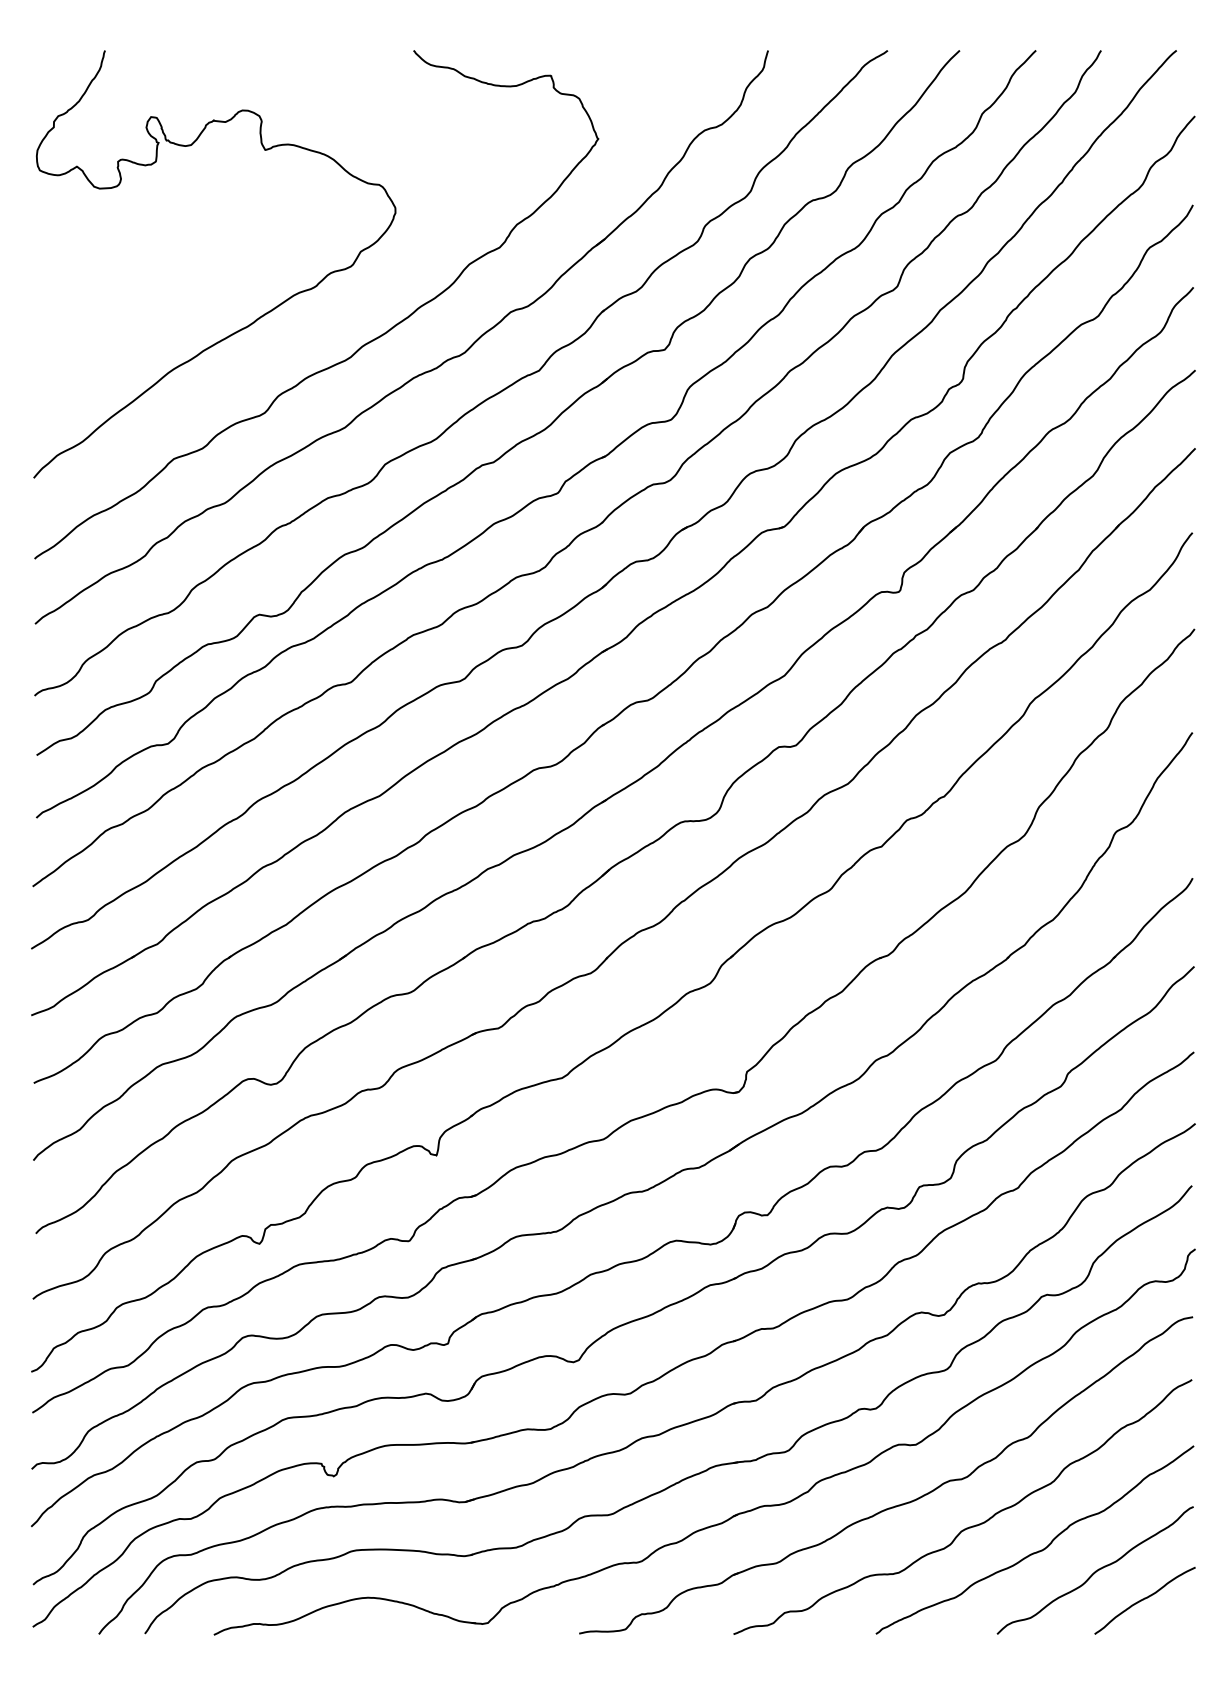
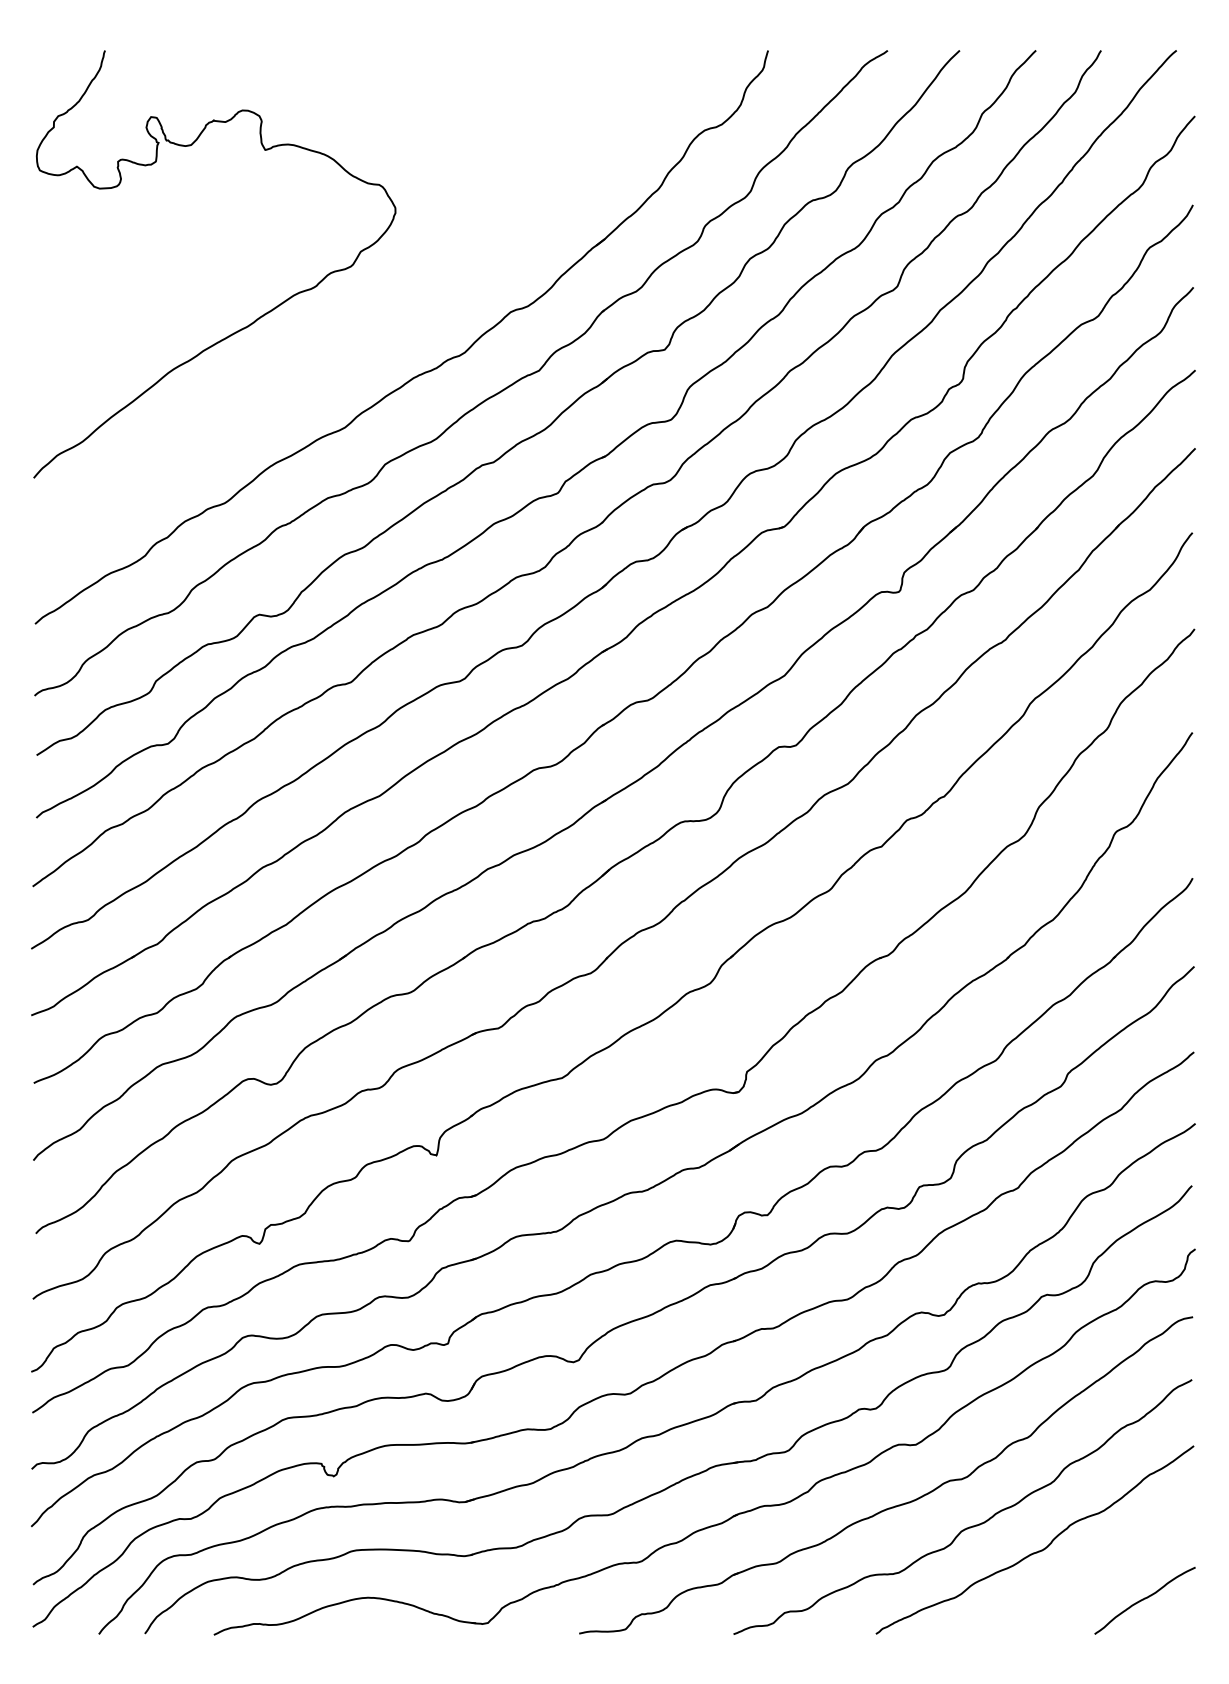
curve at (359, 347): present -> none
curve at (1095, 1570): present -> none
